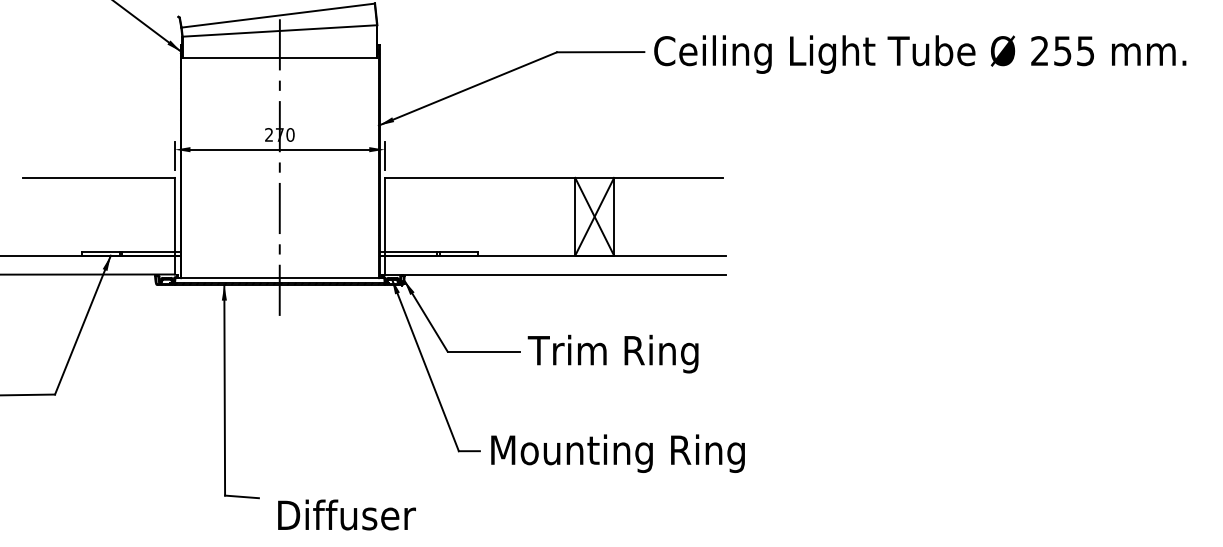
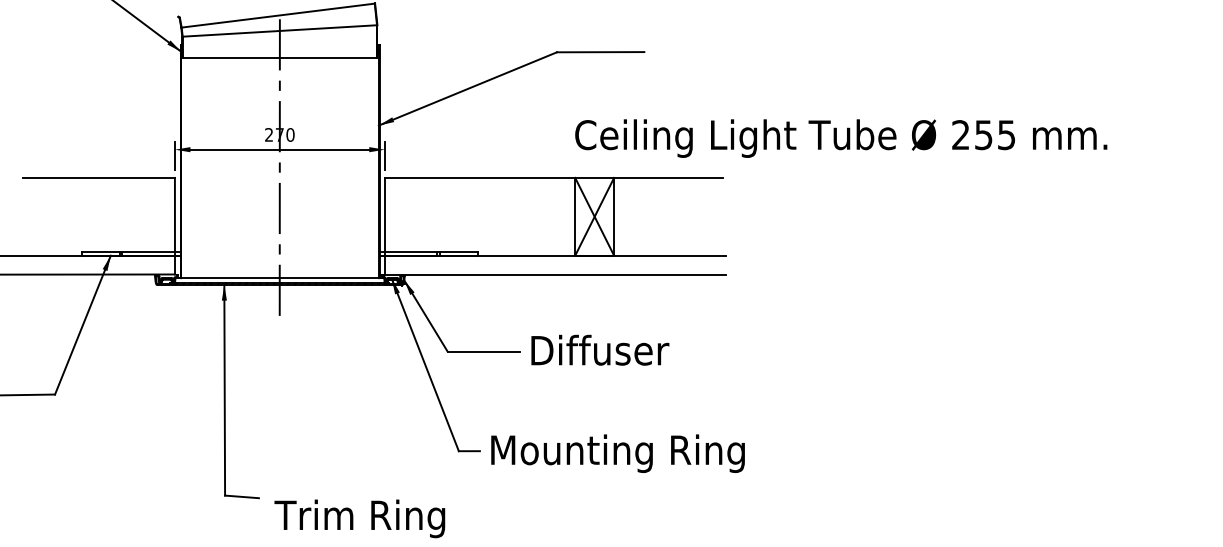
text at (920, 54) position: (920, 54) -> (841, 138)
text at (612, 353): Trim Ring -> Diffuser
text at (359, 518): Diffuser -> Trim Ring
